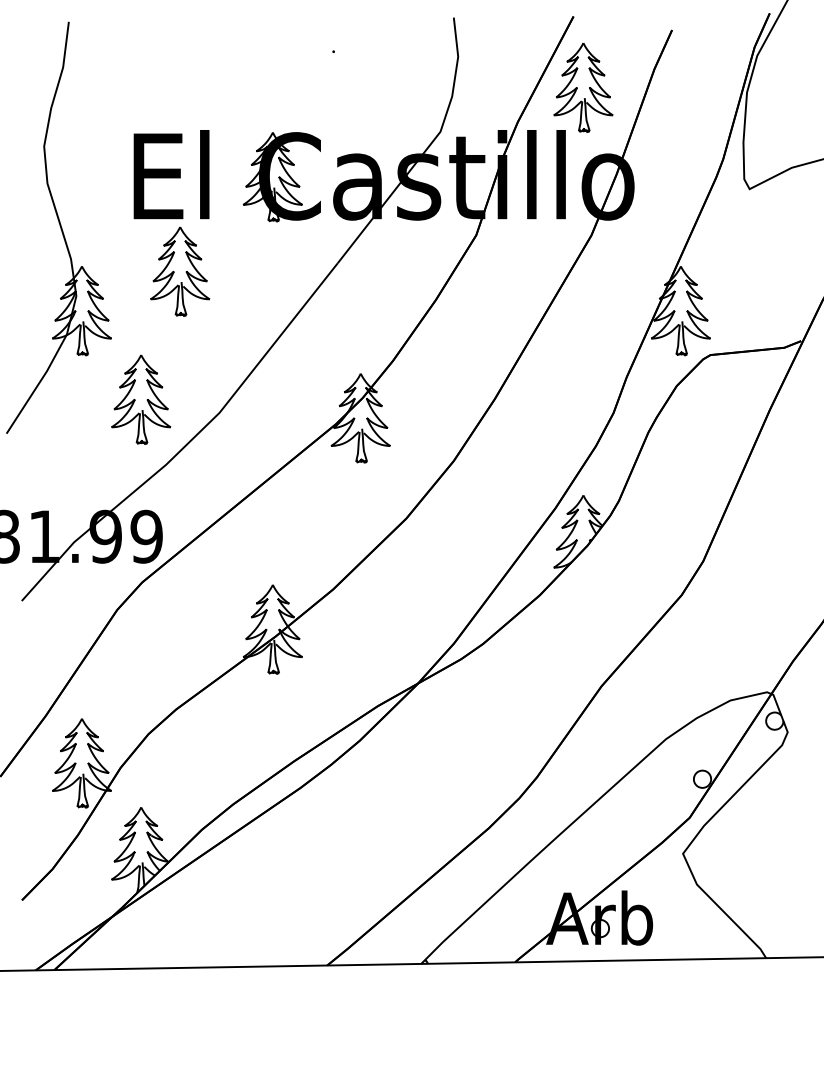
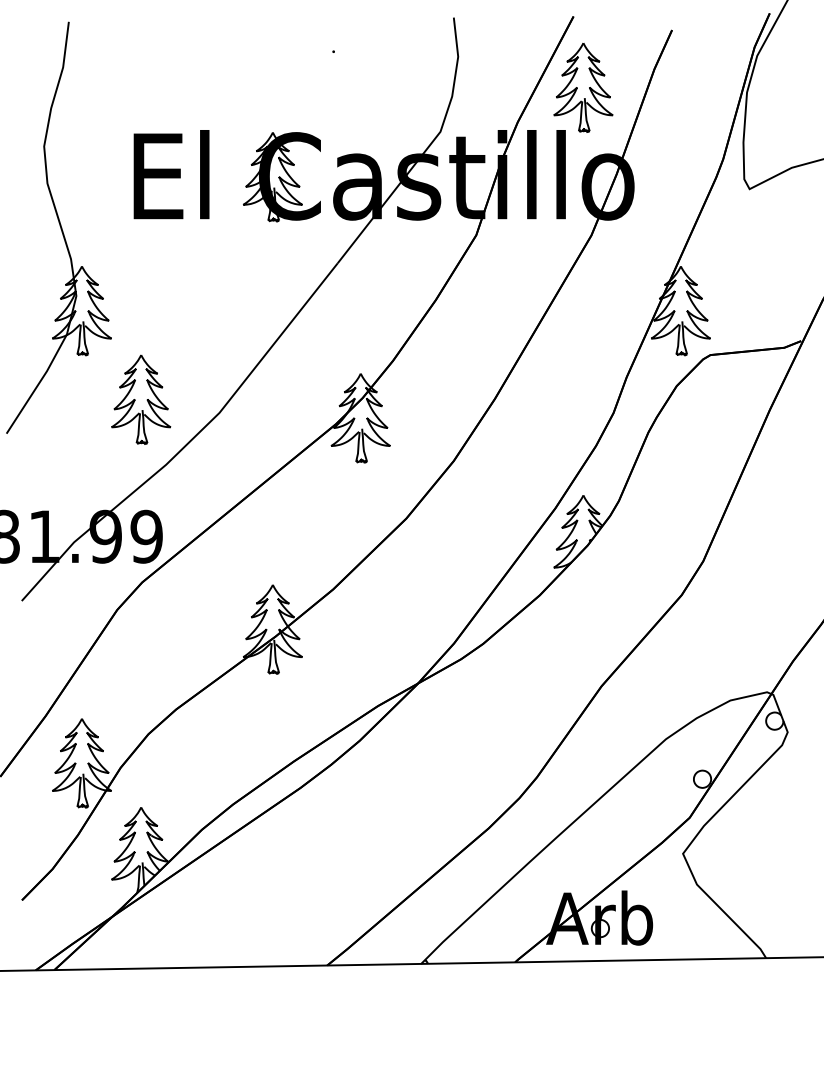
part at (180, 271): present -> none
